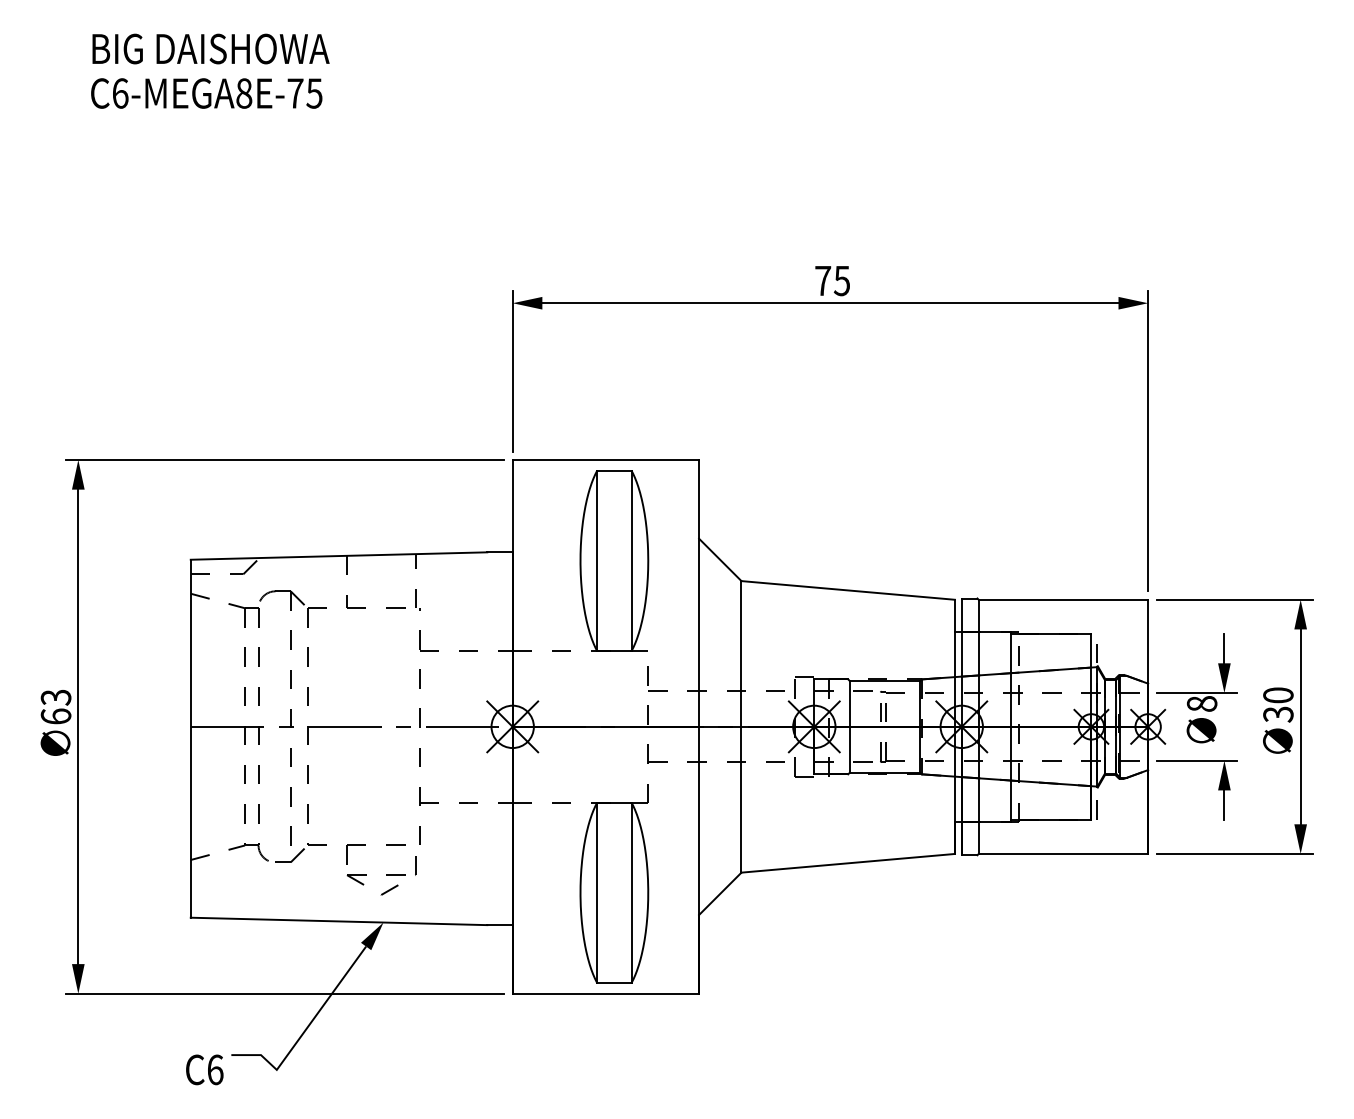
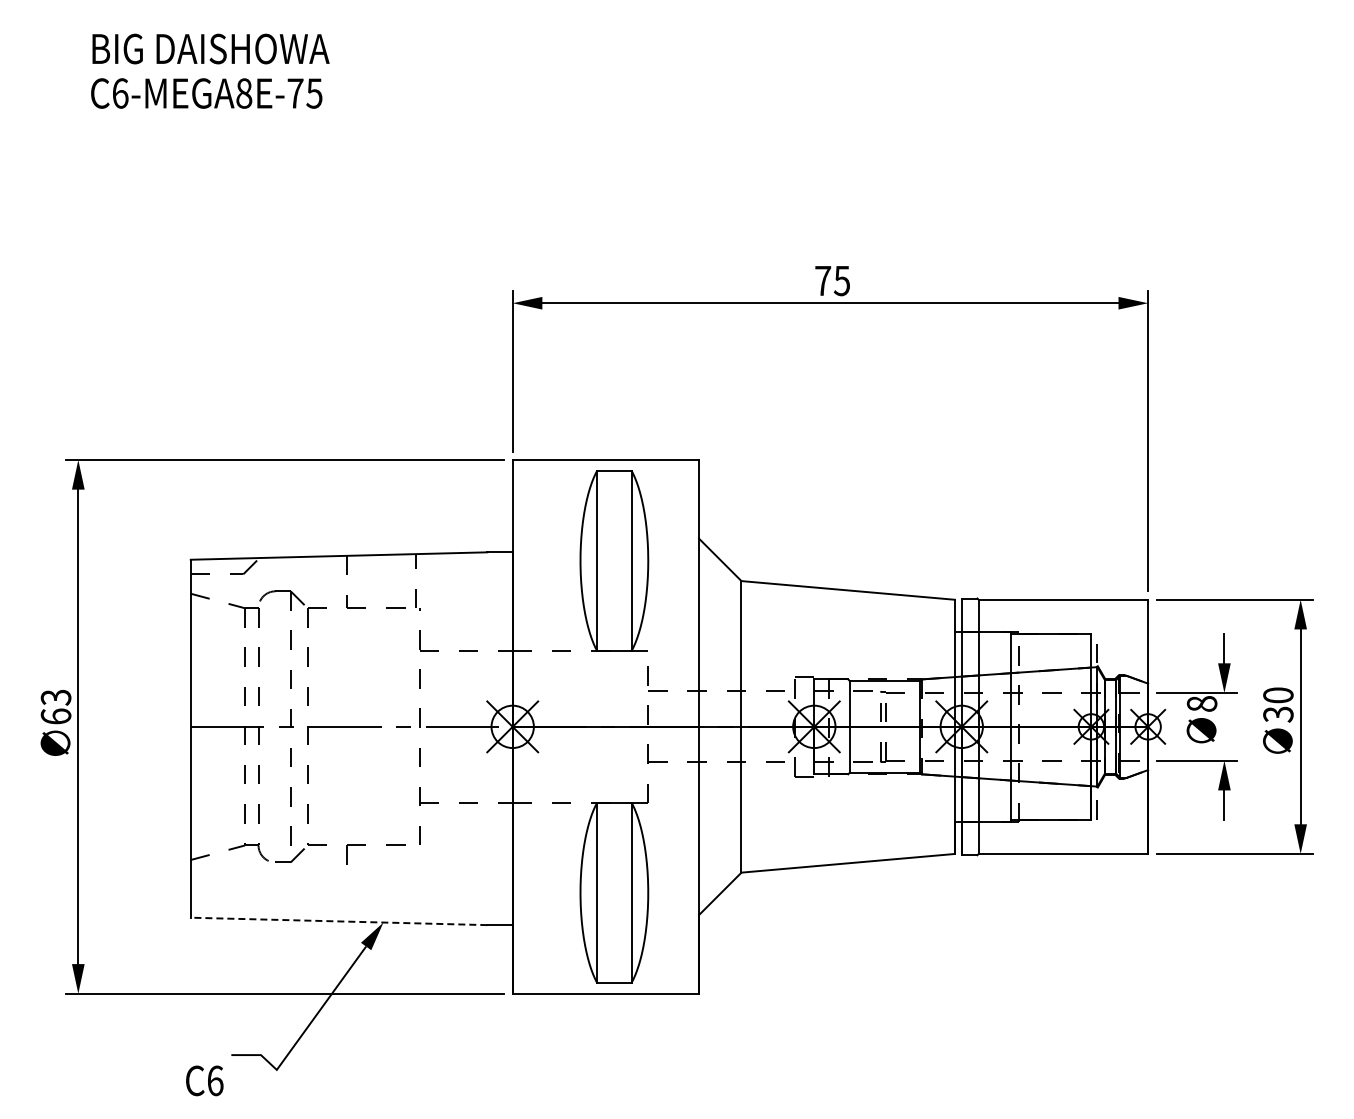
part at (381, 875): present -> none
line at (338, 921): solid -> dashed
text at (204, 1069) position: (204, 1069) -> (204, 1080)
